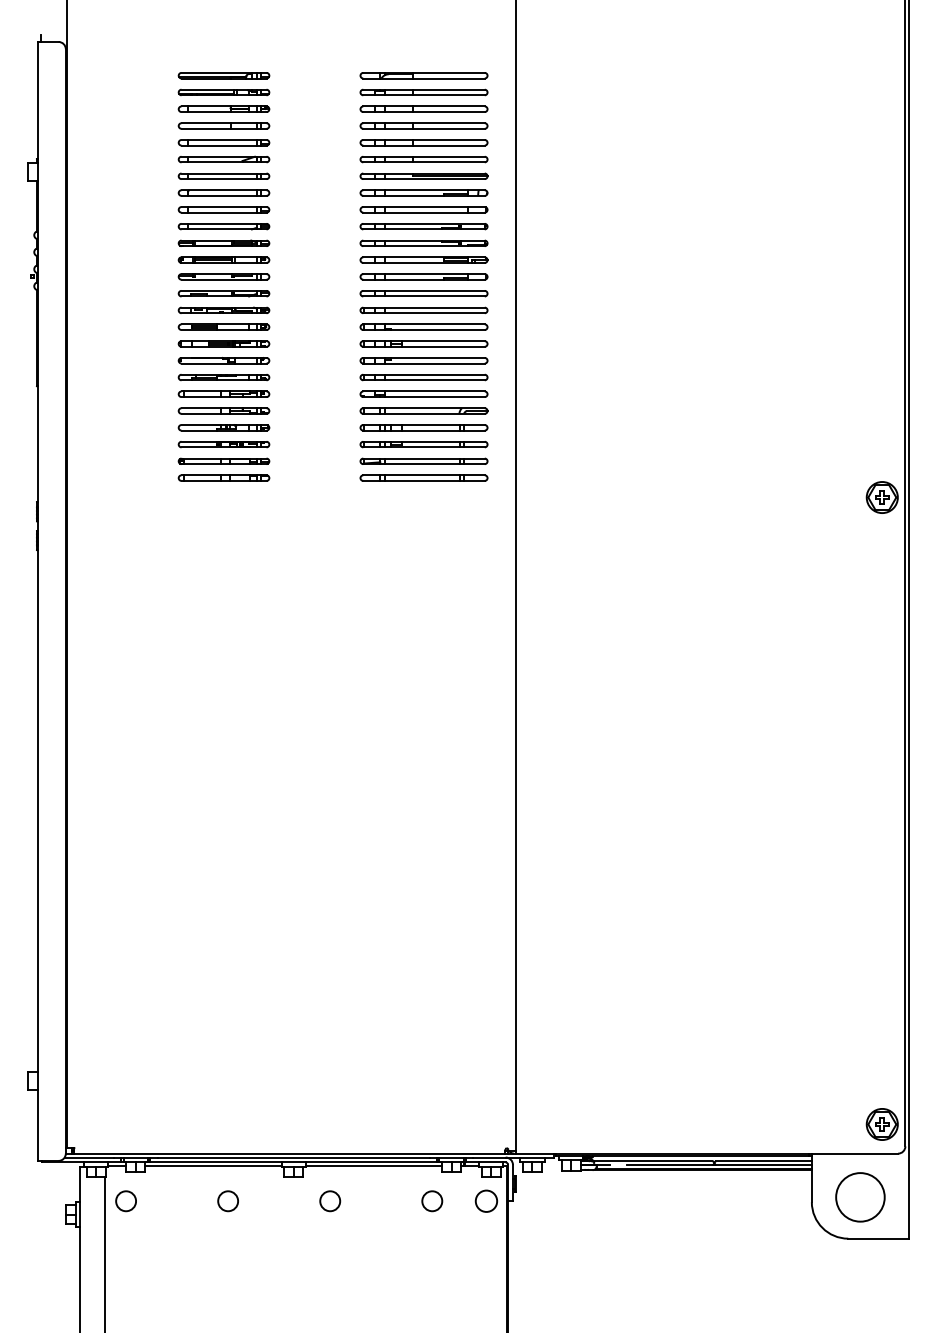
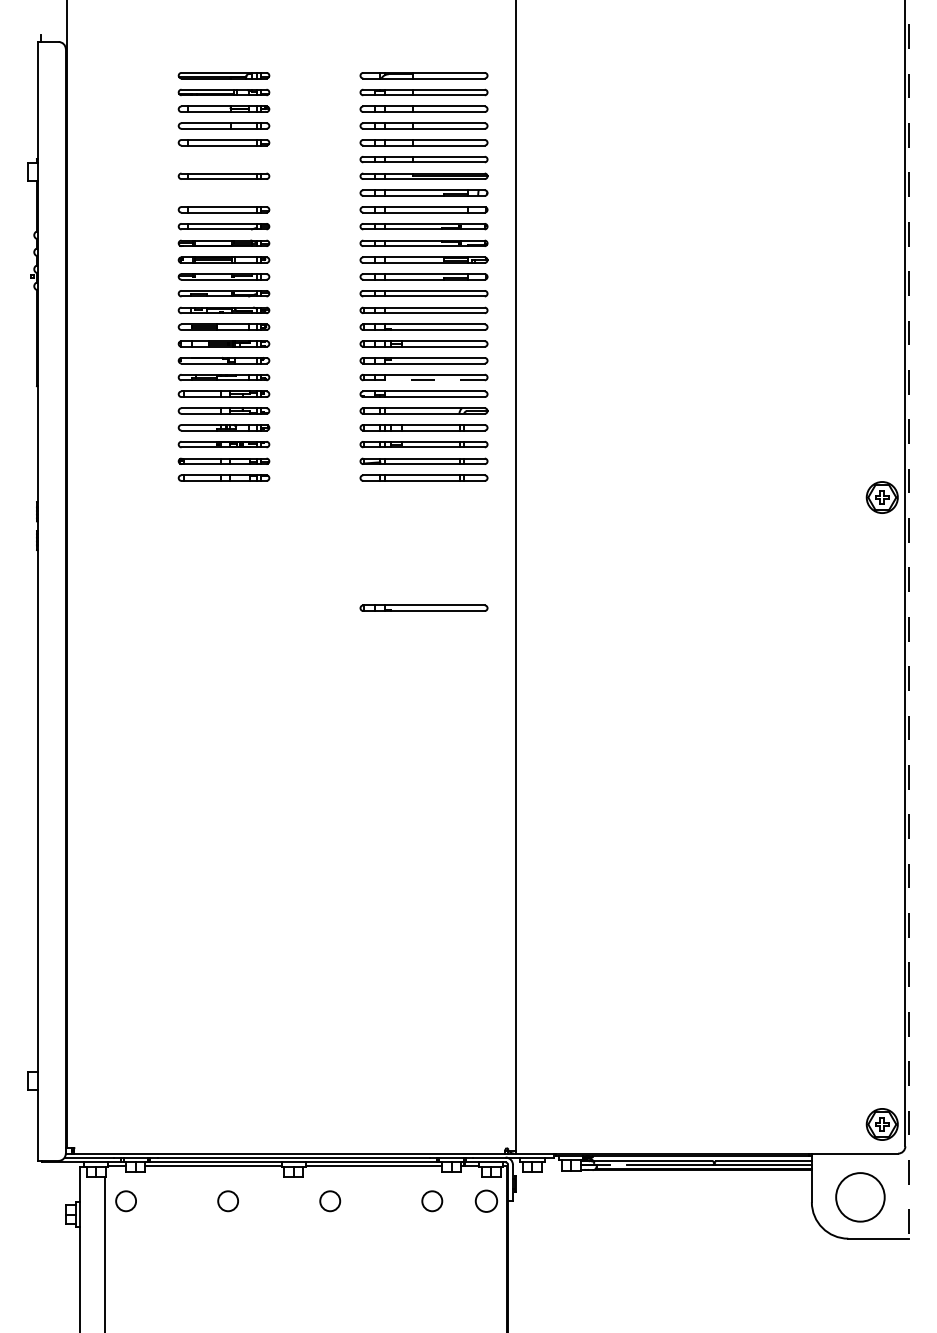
part at (223, 159): present -> none
part at (223, 192): present -> none
line at (424, 380): solid -> dashed
part at (423, 607): none -> present
line at (909, 619): solid -> dashed
